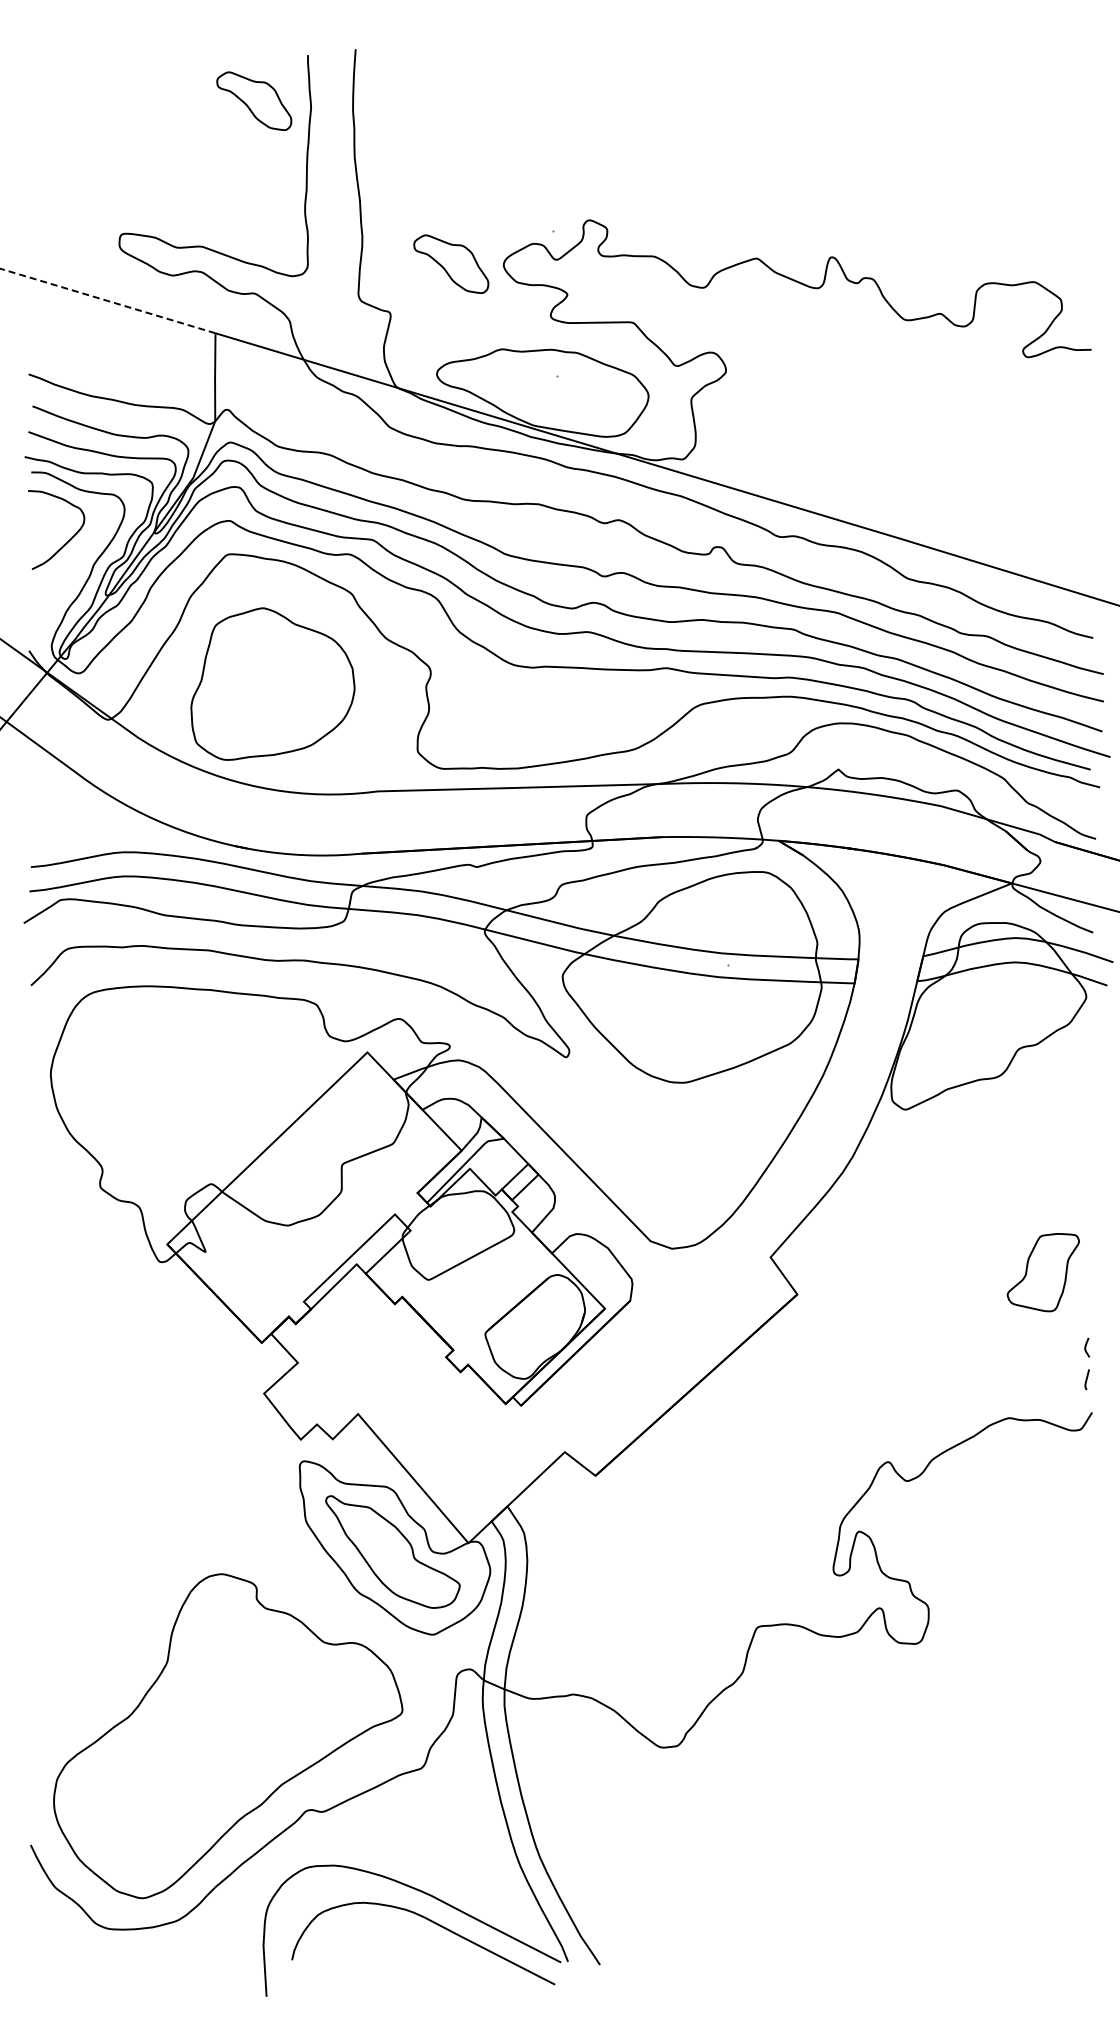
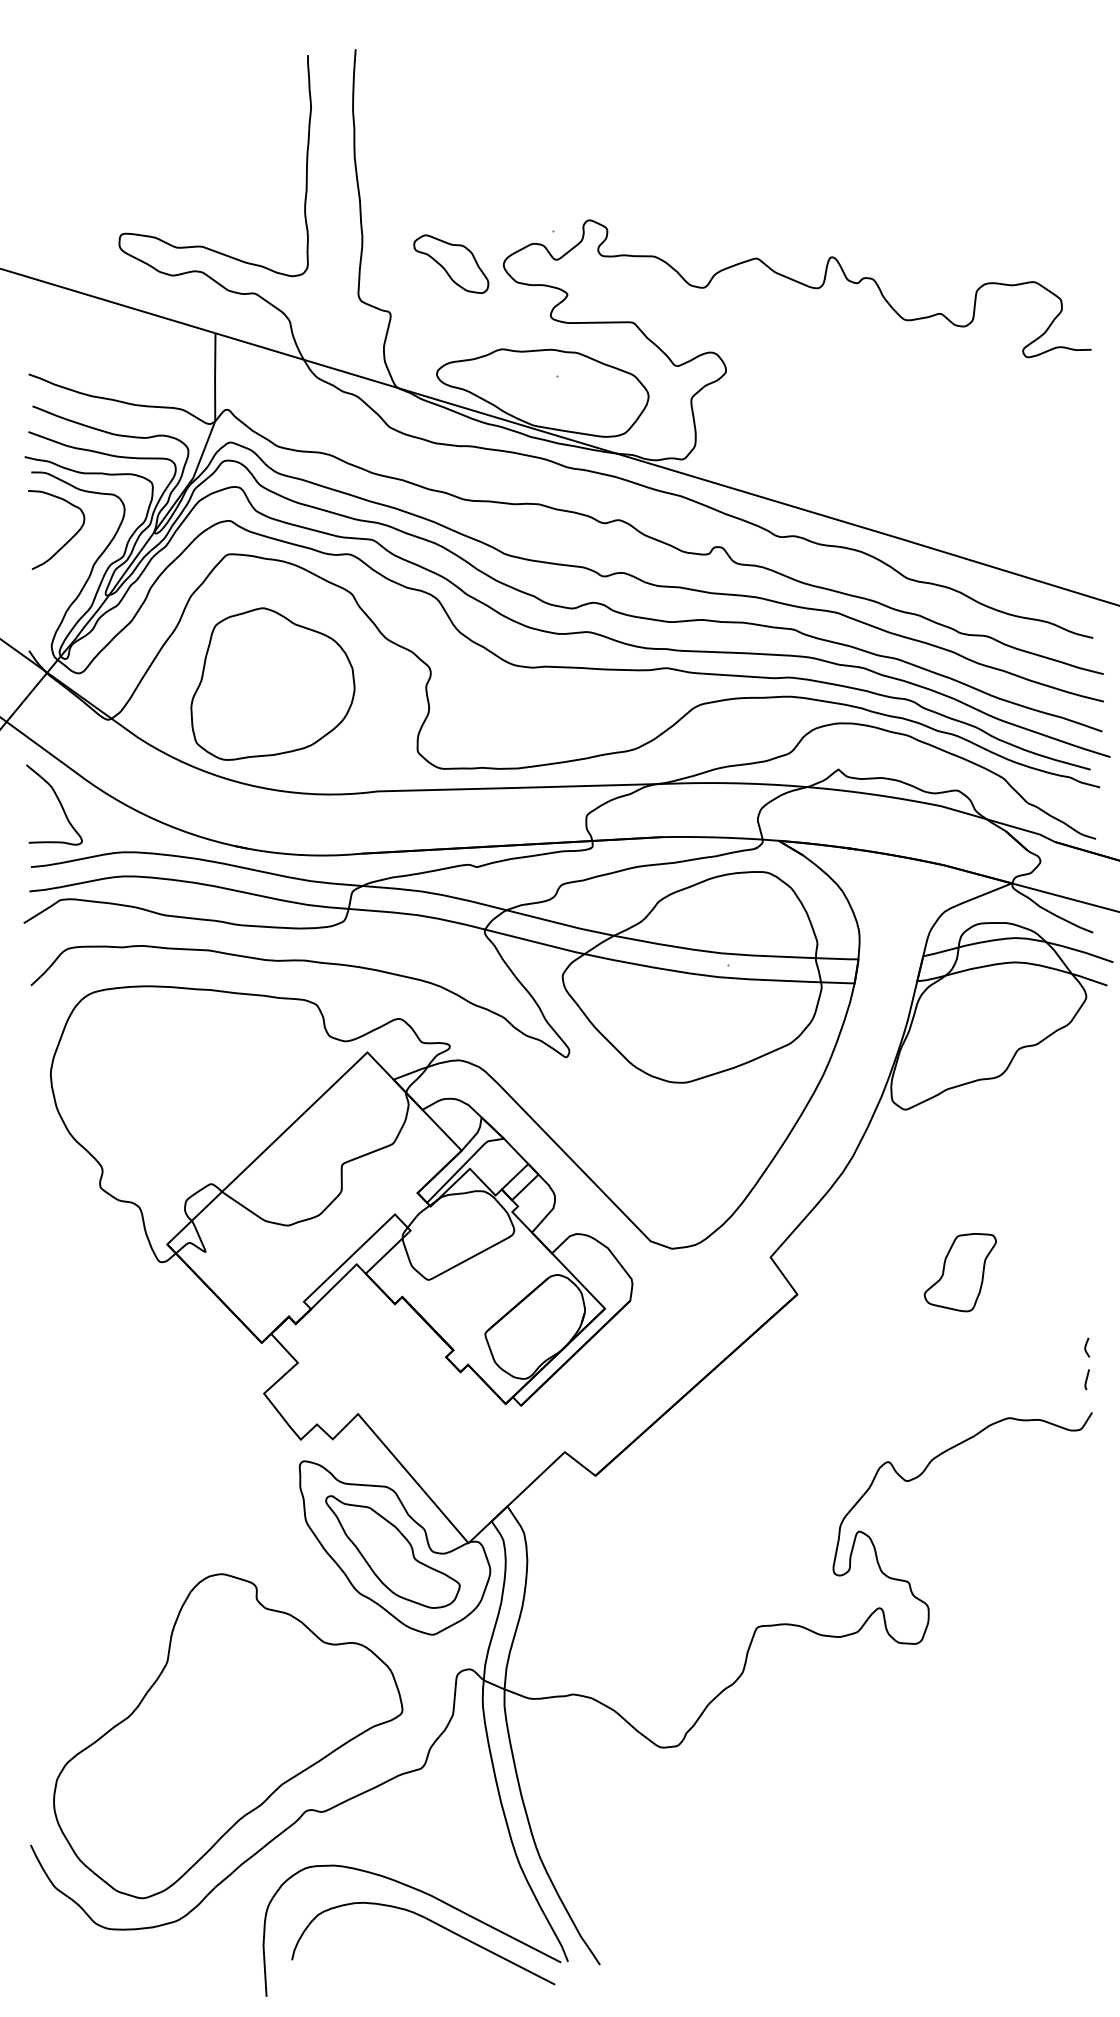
part at (254, 100): present -> none
line at (107, 300): dashed -> solid
curve at (58, 801): none -> present
part at (1042, 1272) position: (1042, 1272) -> (959, 1272)
